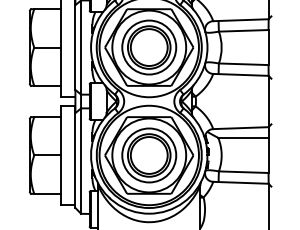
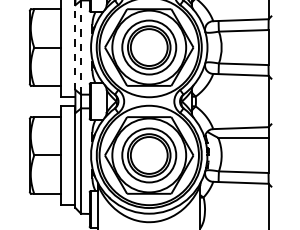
line at (75, 47): solid -> dashed
line at (81, 48): solid -> dashed
